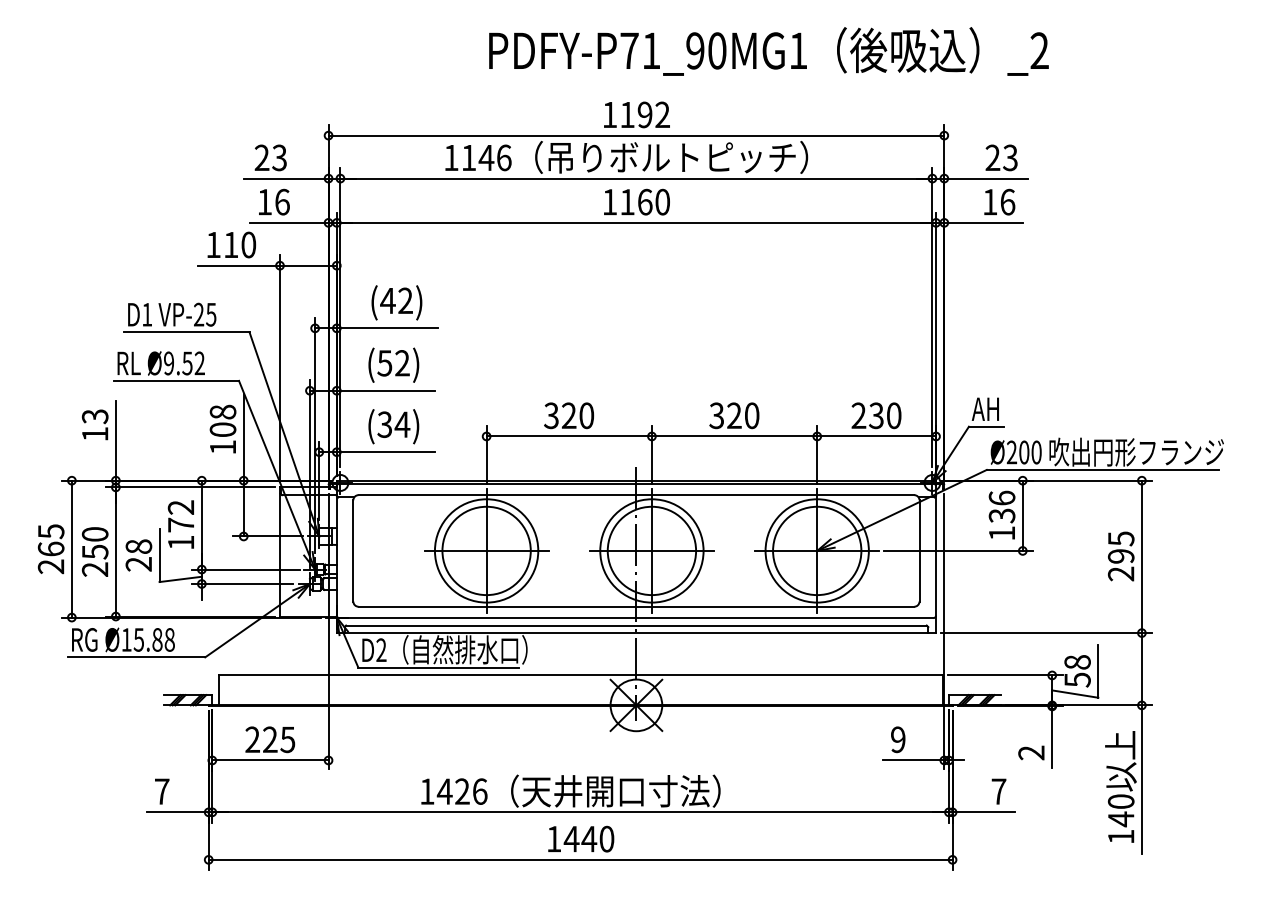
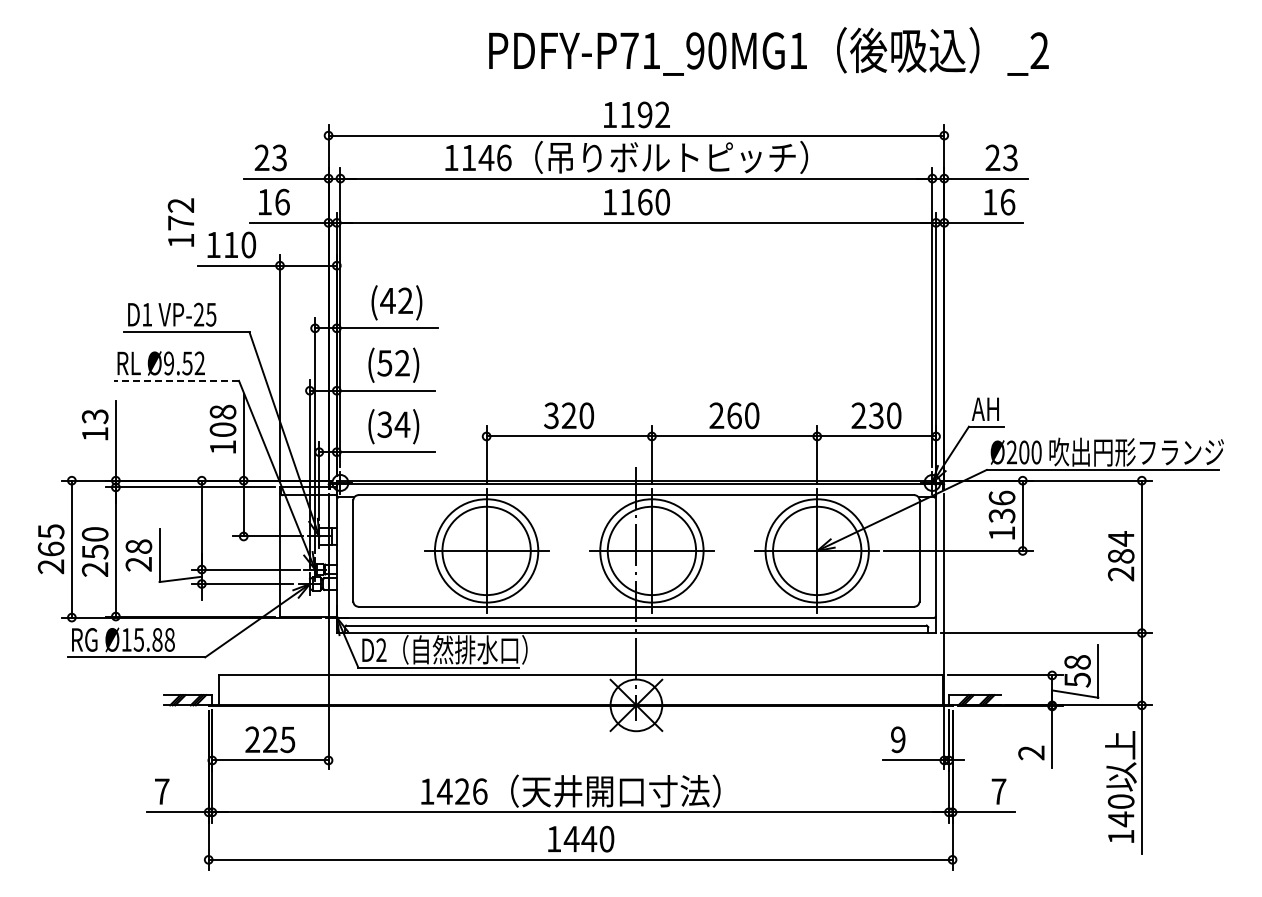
line at (176, 380): solid -> dashed
text at (725, 415): 320 -> 260
text at (180, 524) position: (180, 524) -> (180, 222)
text at (1120, 547): 295 -> 284
